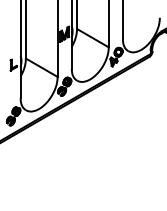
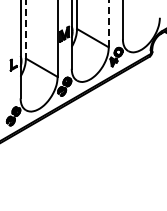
line at (108, 24): solid -> dashed
line at (25, 30): solid -> dashed
